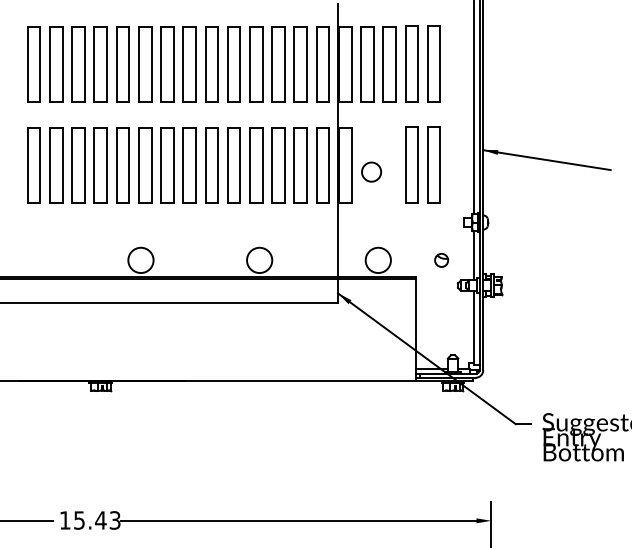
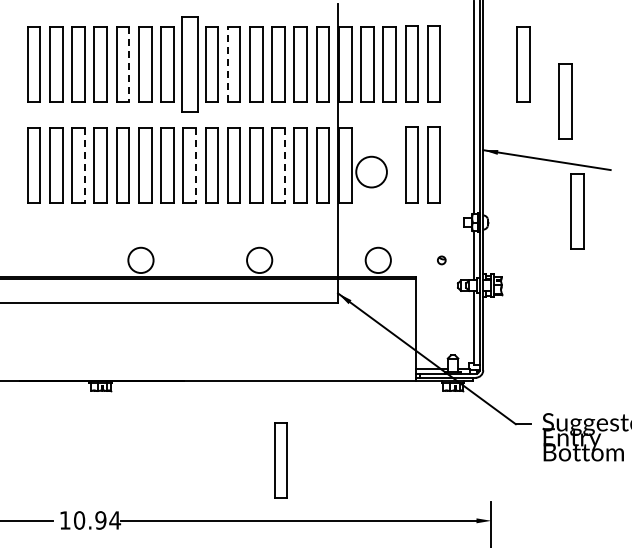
line at (129, 64): solid -> dashed
part at (189, 64) size: 15x77 px -> 18x97 px
line at (227, 64): solid -> dashed
part at (523, 64): none -> present
part at (565, 101): none -> present
line at (84, 165): solid -> dashed
line at (195, 165): solid -> dashed
line at (284, 165): solid -> dashed
circle at (371, 171) diameter: 19 px -> 31 px
part at (577, 211): none -> present
part at (441, 260) size: 16x15 px -> 10x11 px
part at (280, 460): none -> present
text at (97, 520): 15.43 -> 10.94
